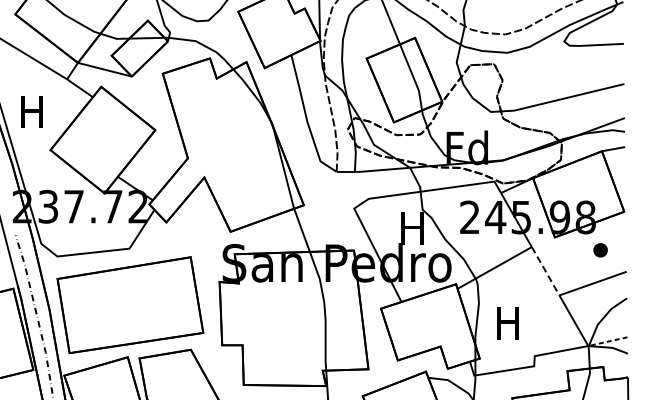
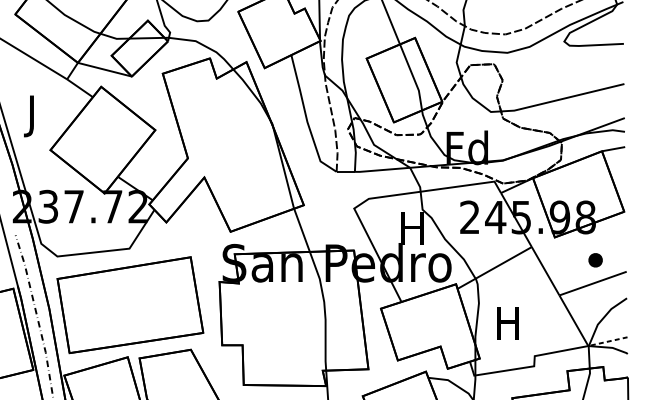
text at (31, 116): H -> J
part at (600, 250) position: (600, 250) -> (595, 260)
line at (545, 271): dashed -> solid
